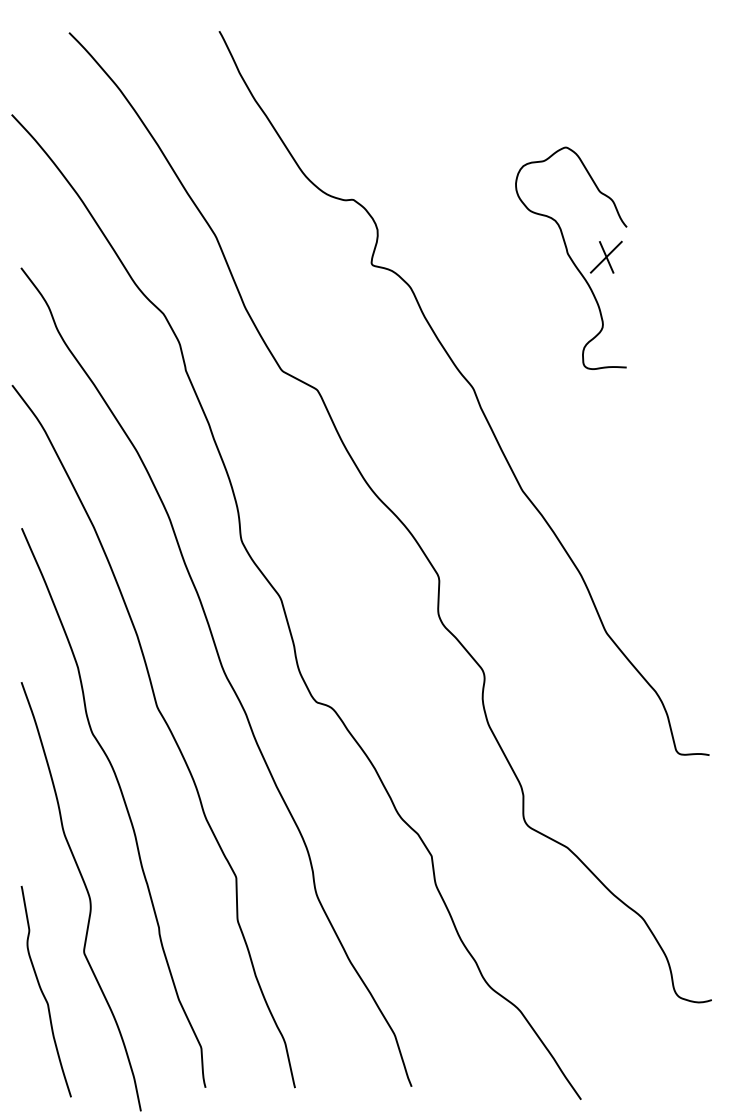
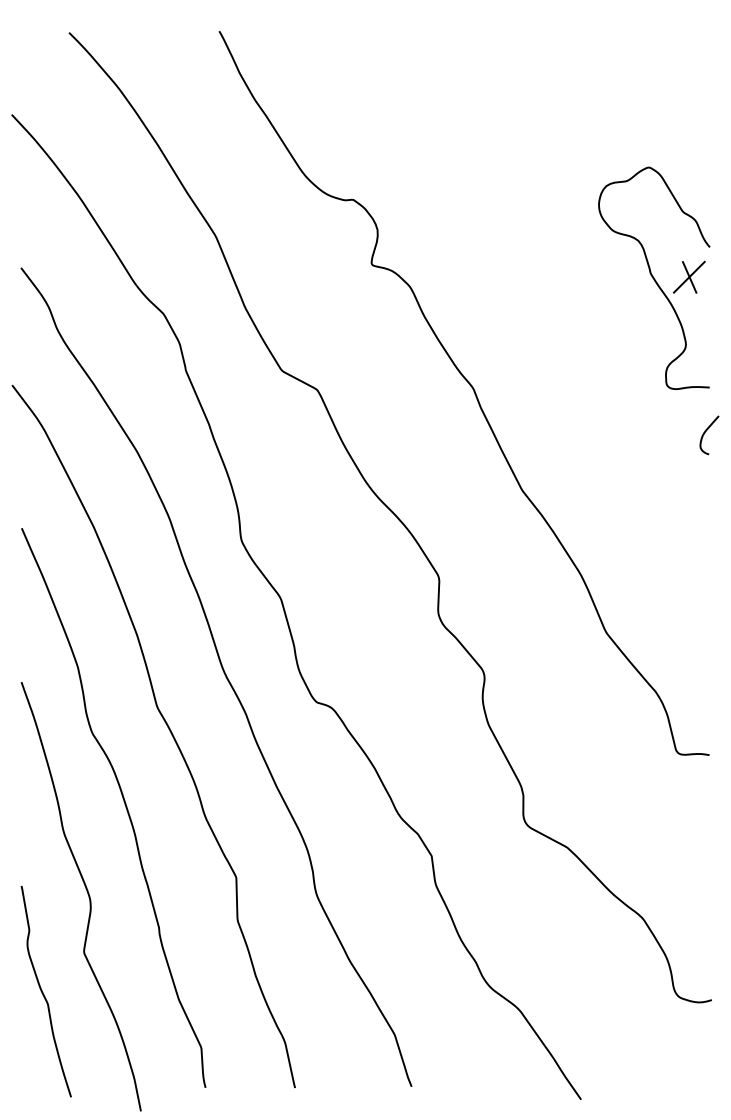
part at (571, 257) position: (571, 257) -> (654, 277)
curve at (705, 433): none -> present
